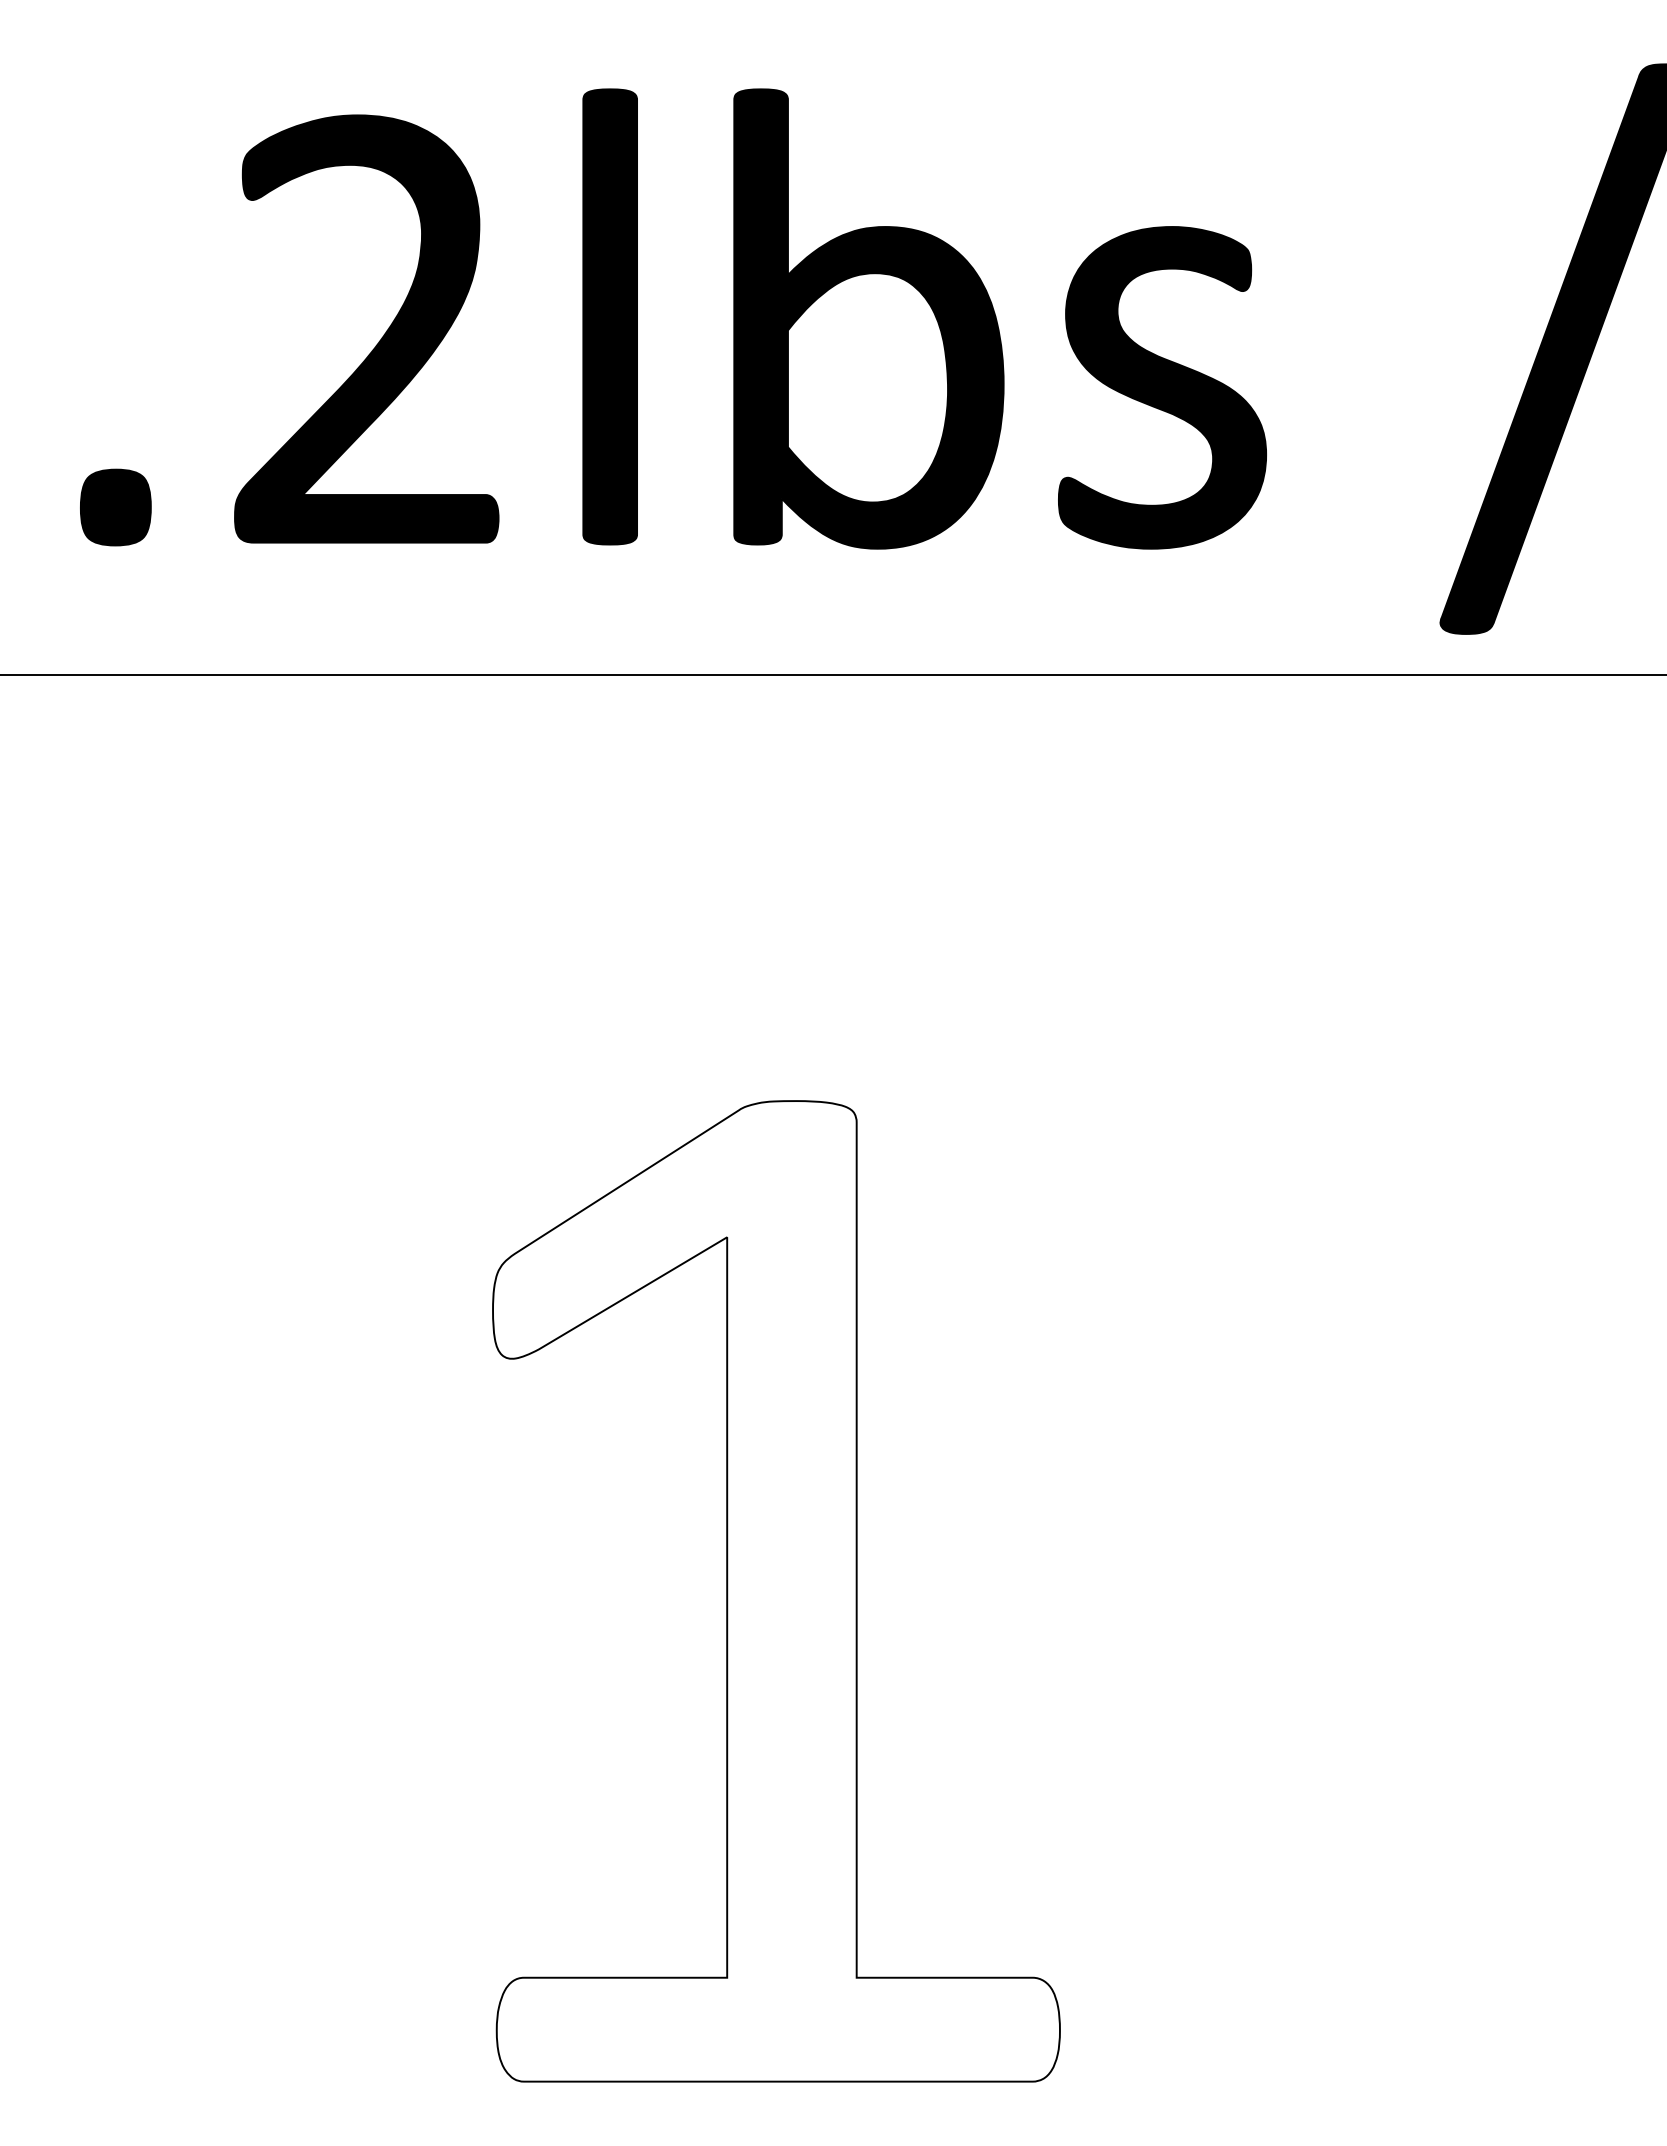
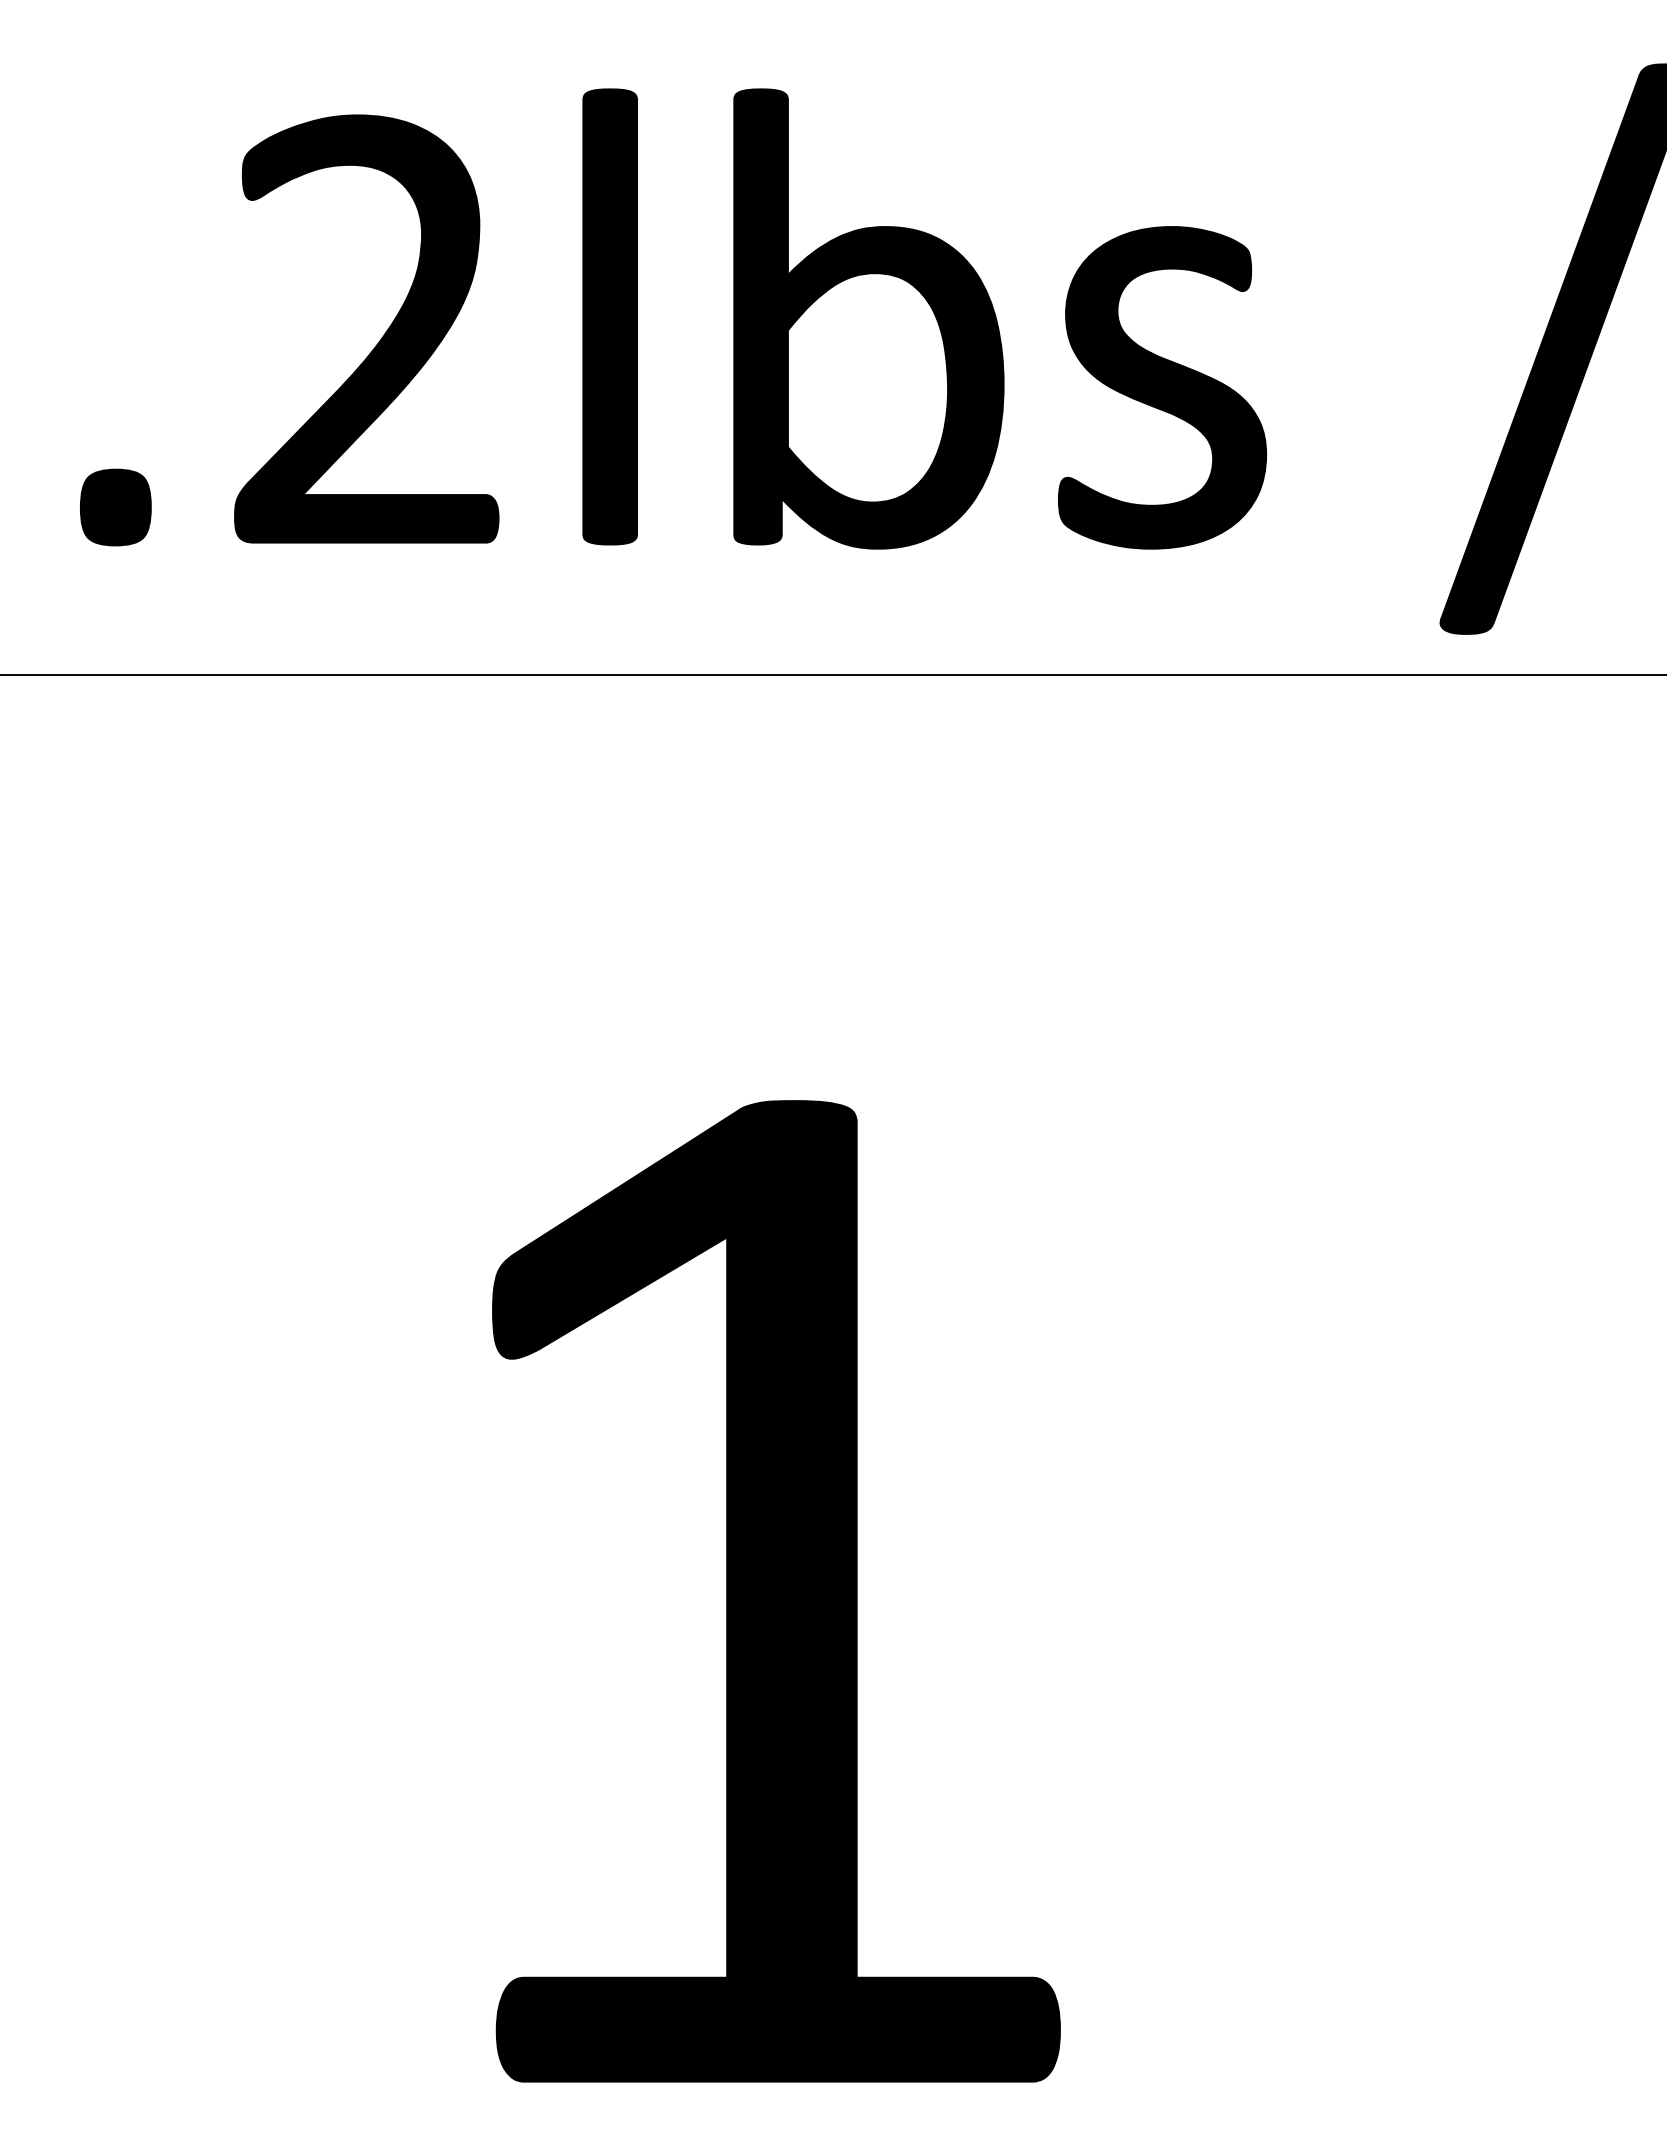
fill at (776, 1591): none -> present
